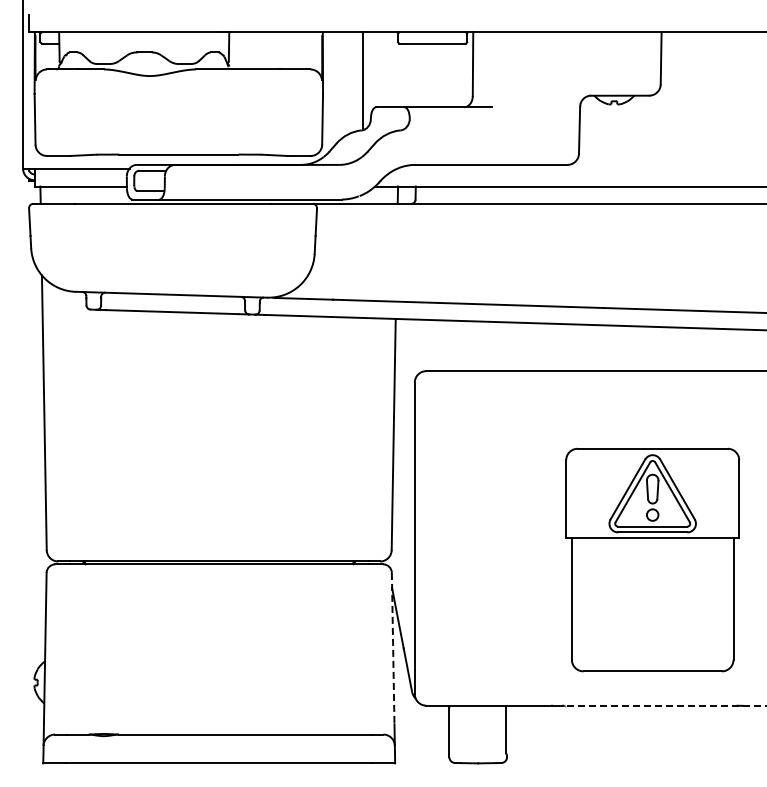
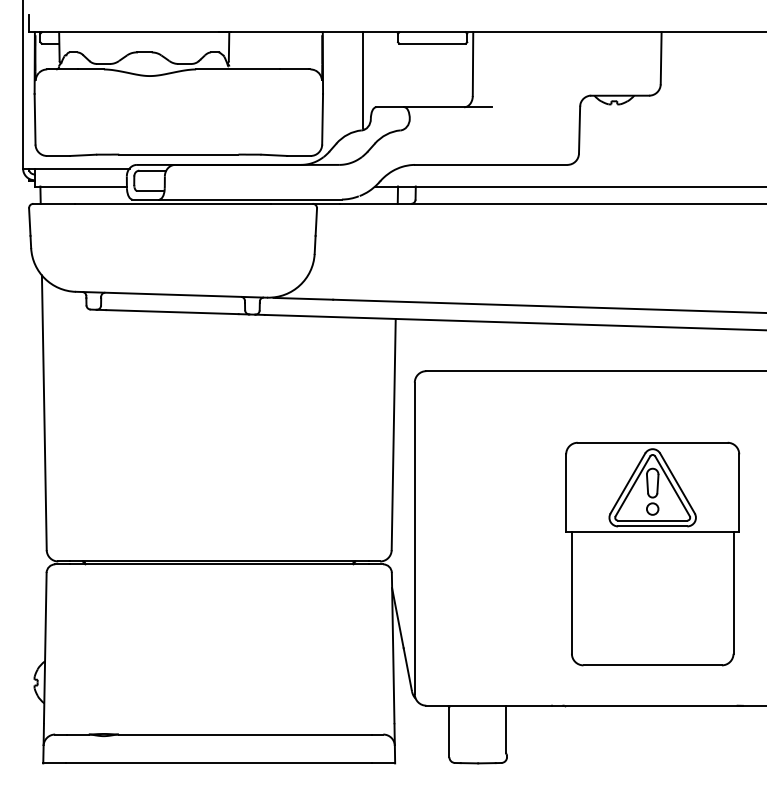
part at (652, 559) position: (652, 559) -> (652, 553)
line at (393, 648): dashed -> solid
line at (665, 705): dashed -> solid
